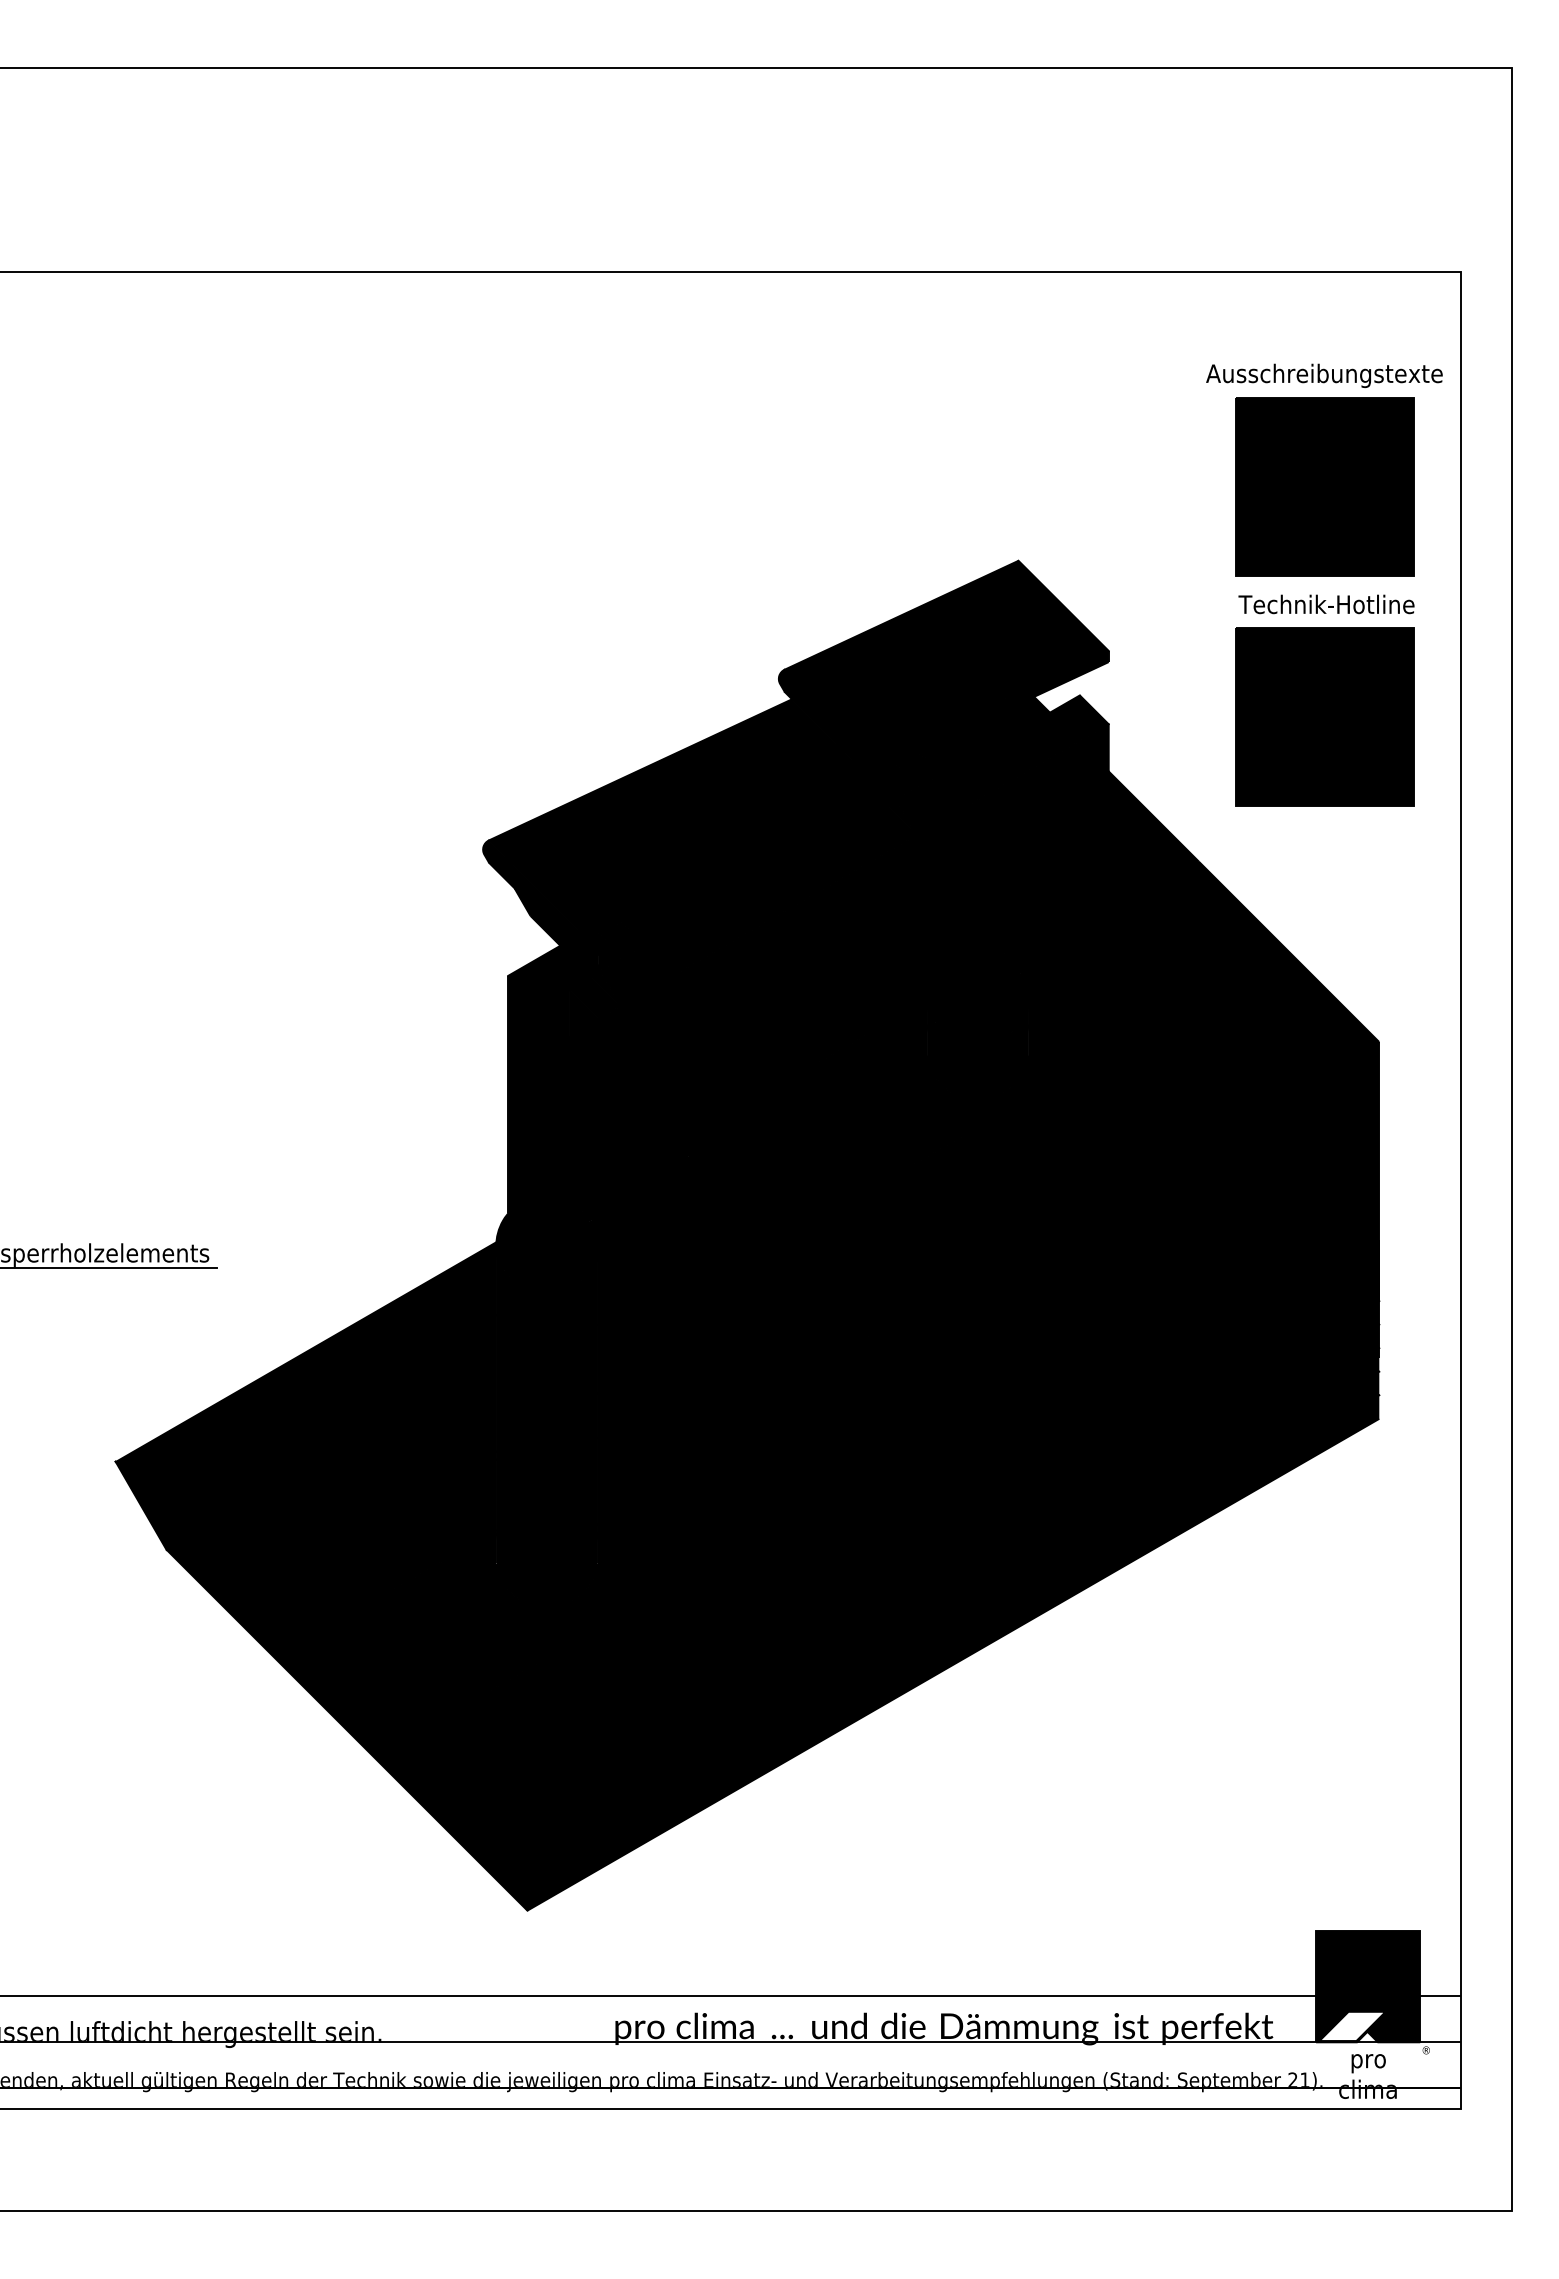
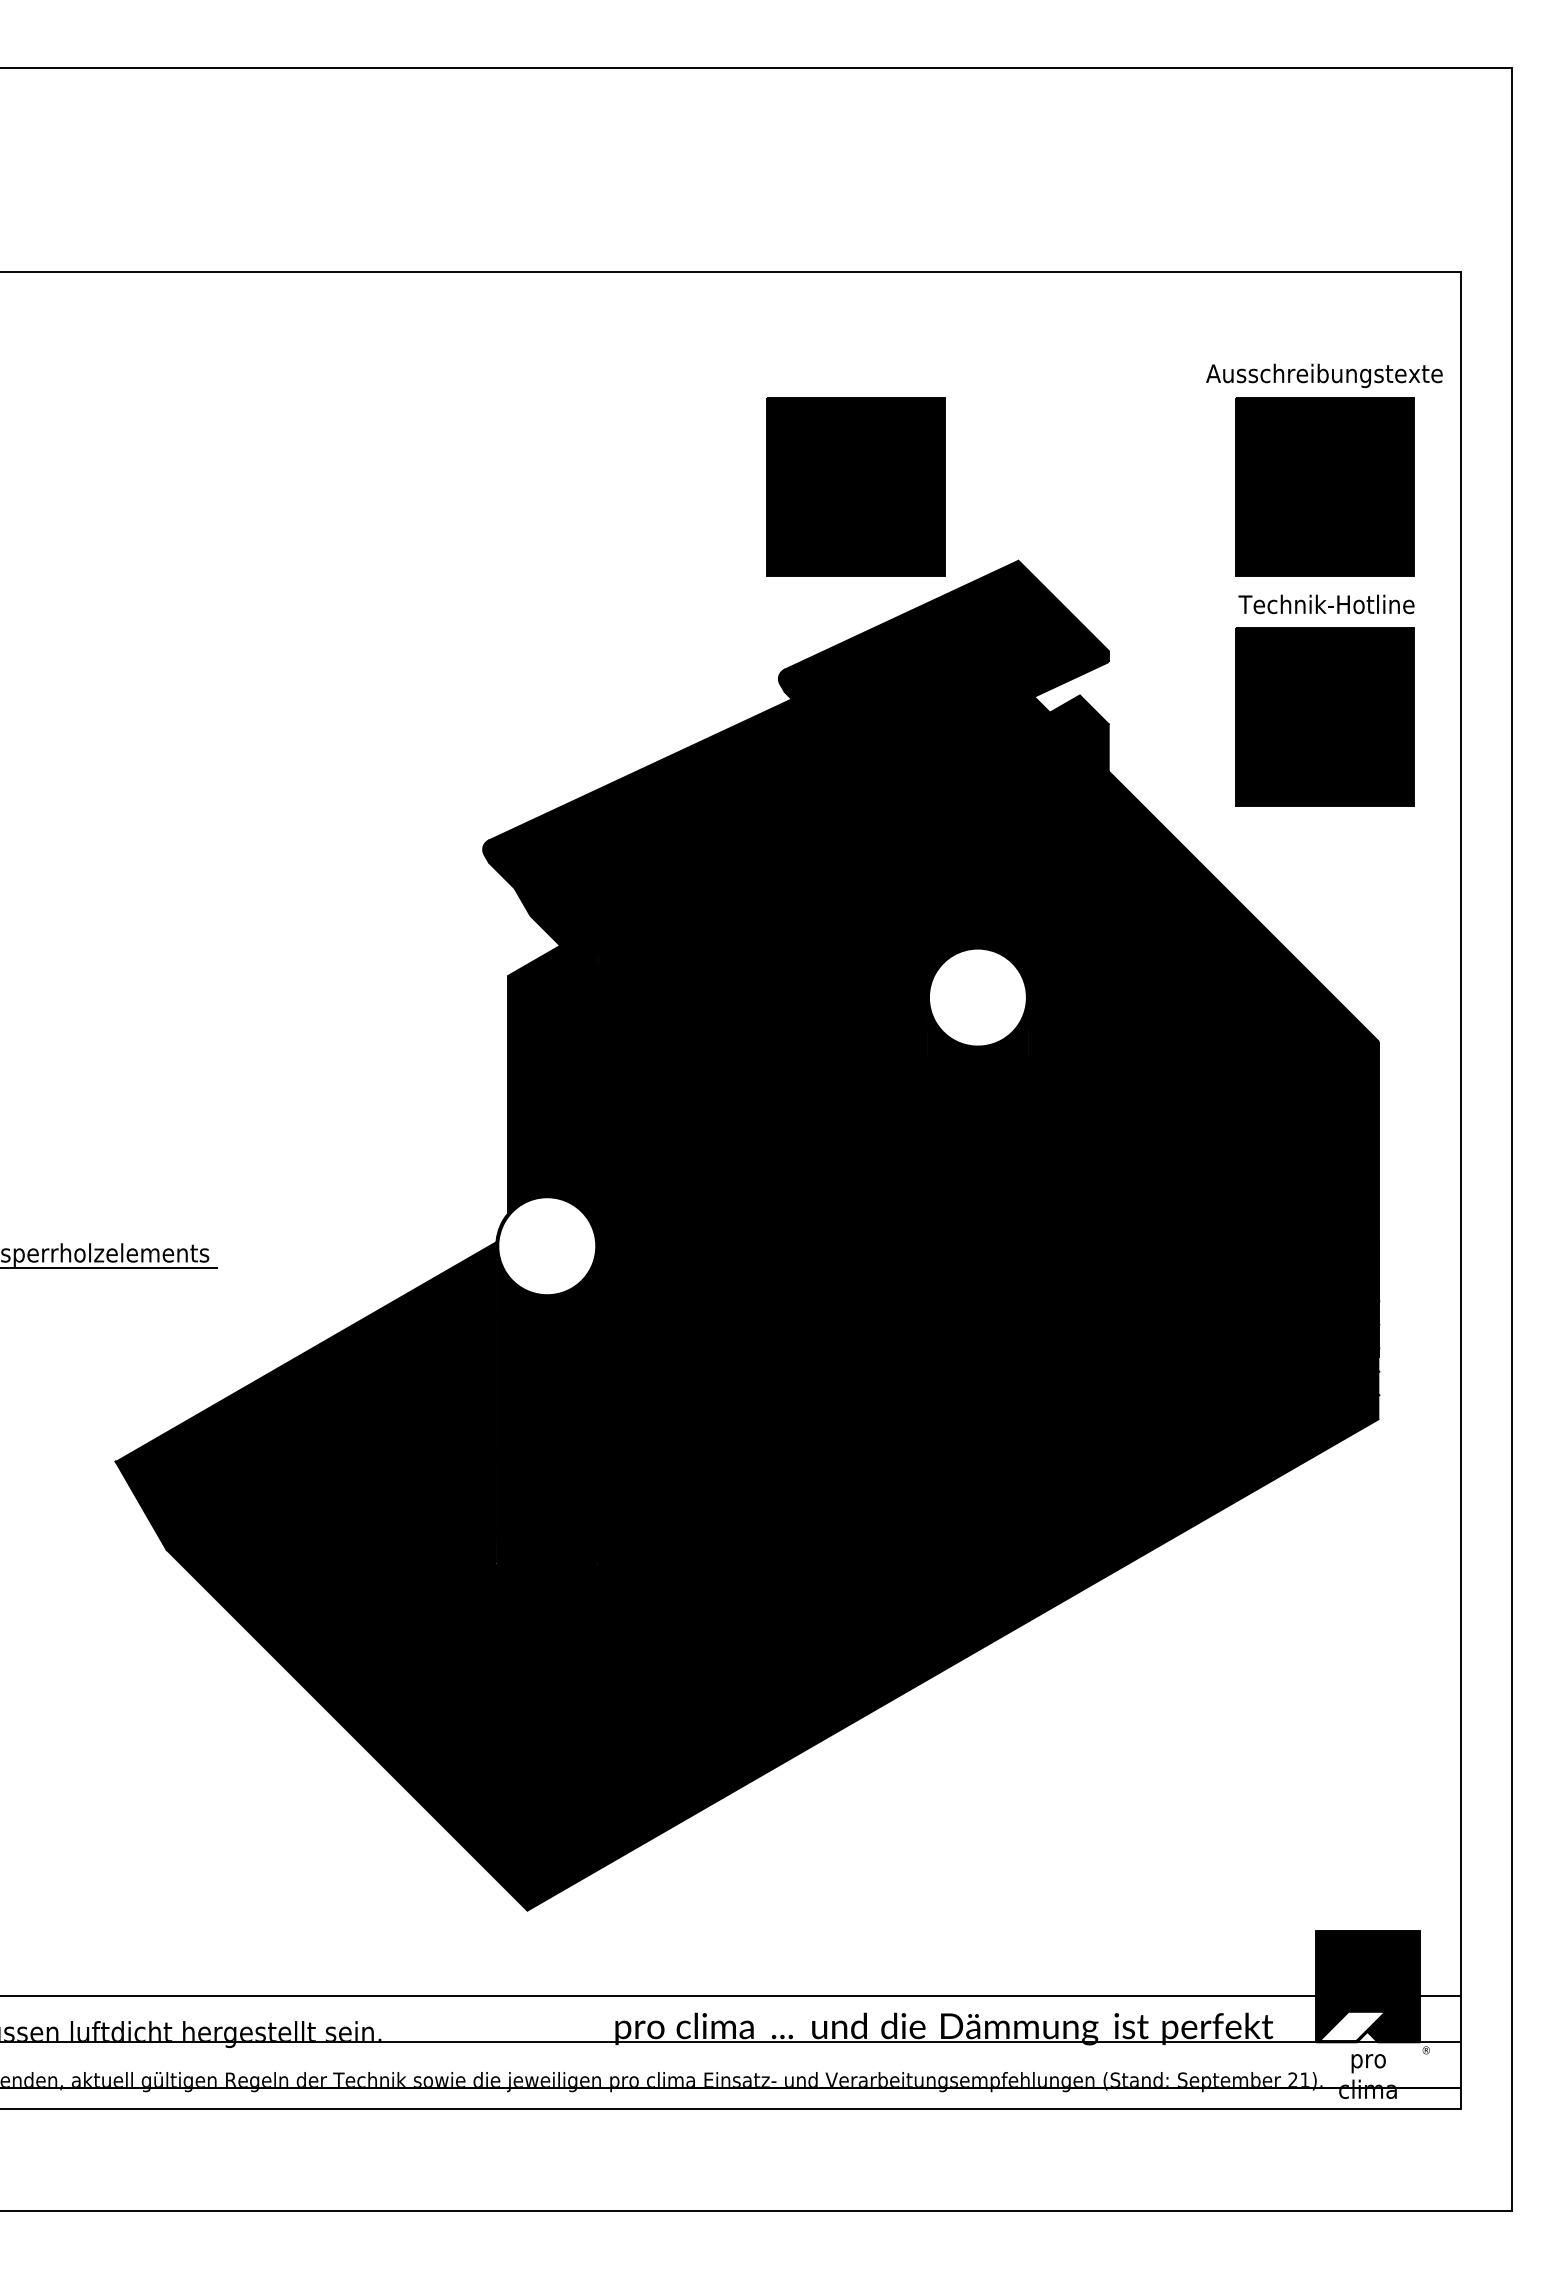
part at (855, 486): none -> present
fill at (977, 997): present -> none
fill at (547, 1246): present -> none
